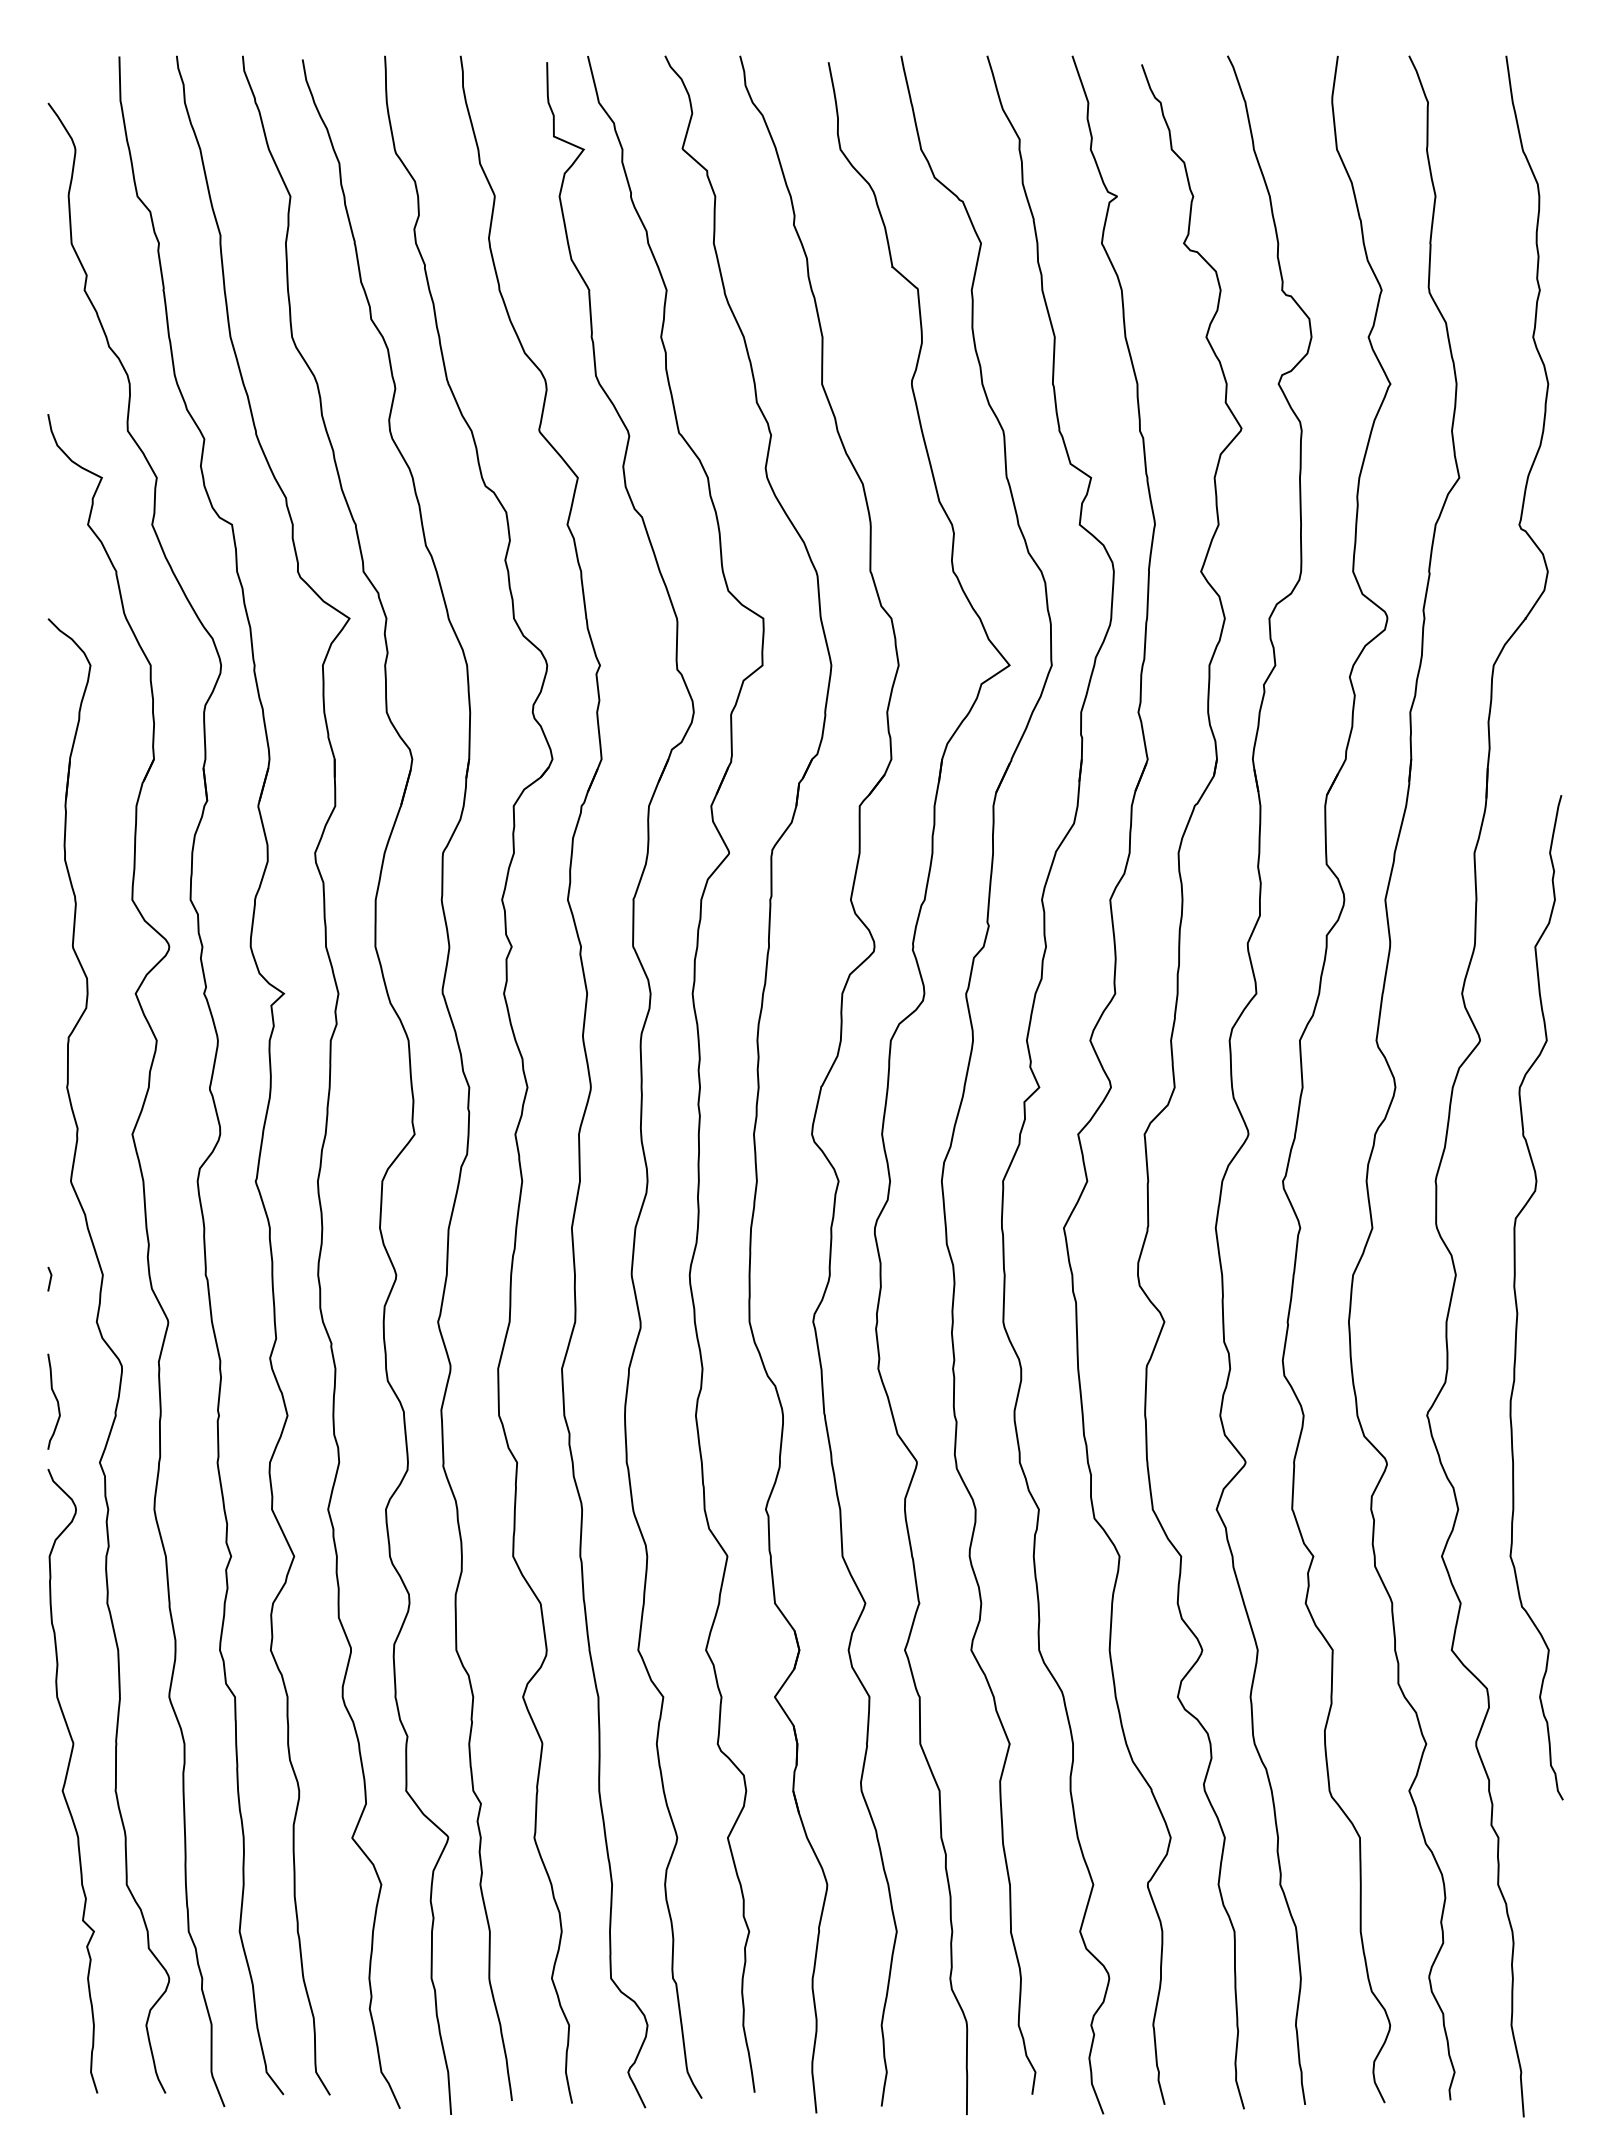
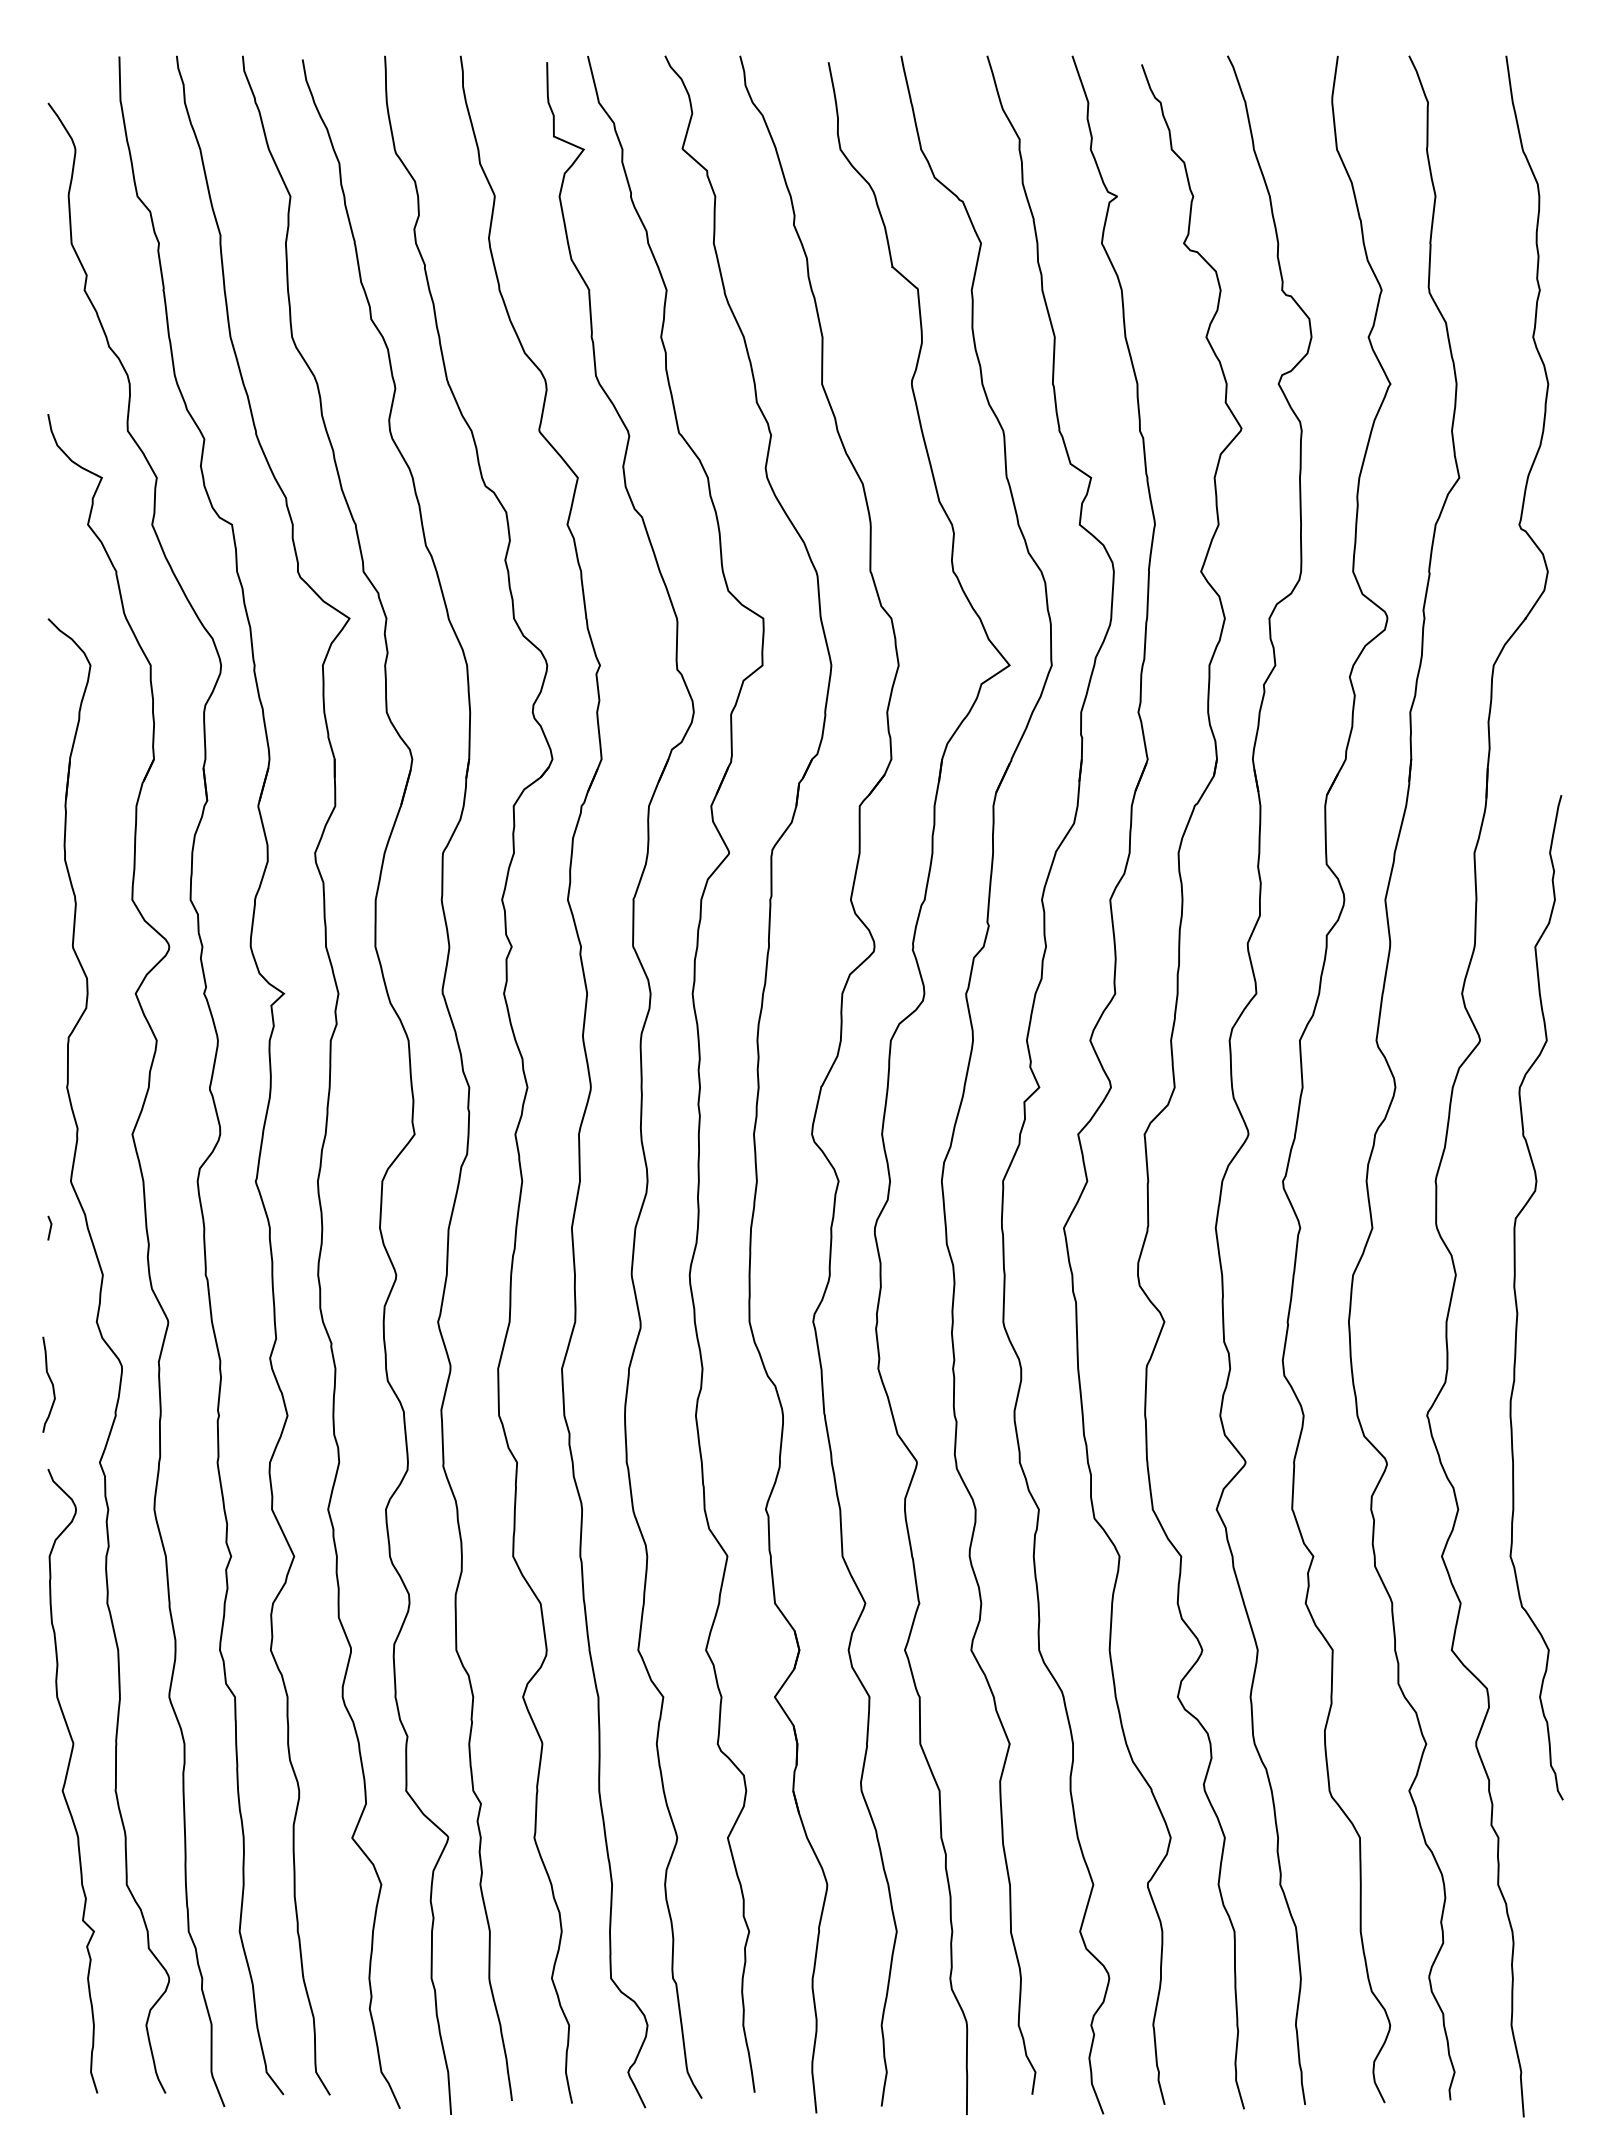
line at (49, 1278) position: (49, 1278) -> (49, 1227)
curve at (55, 1399) position: (55, 1399) -> (50, 1382)
